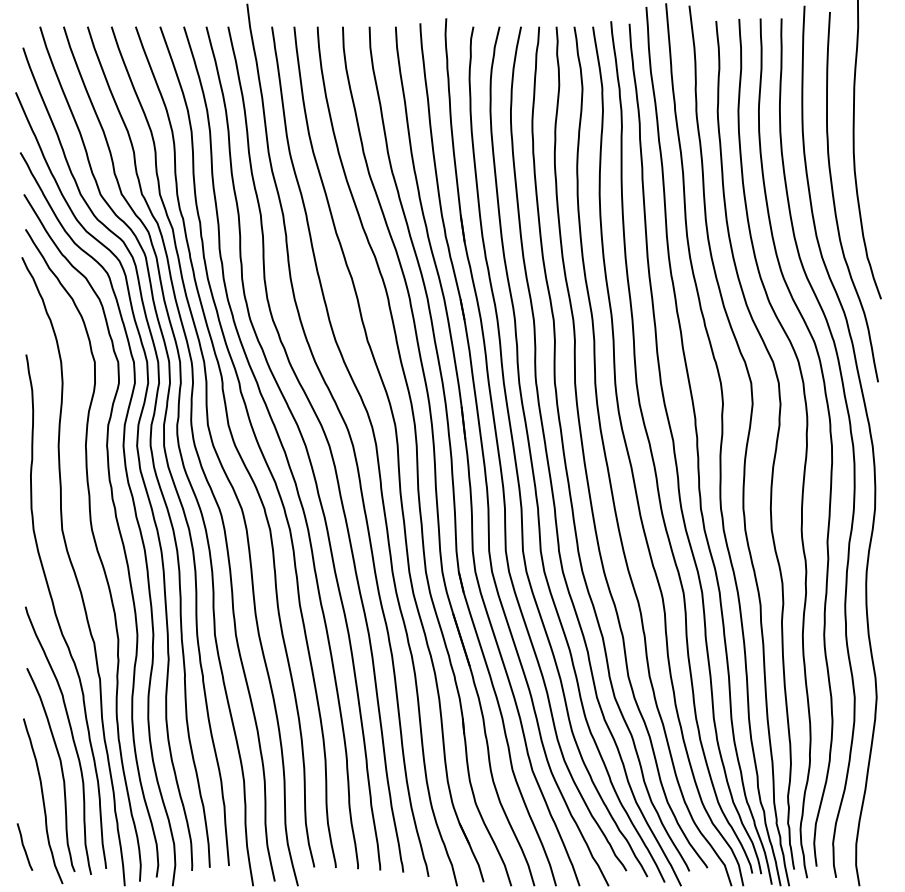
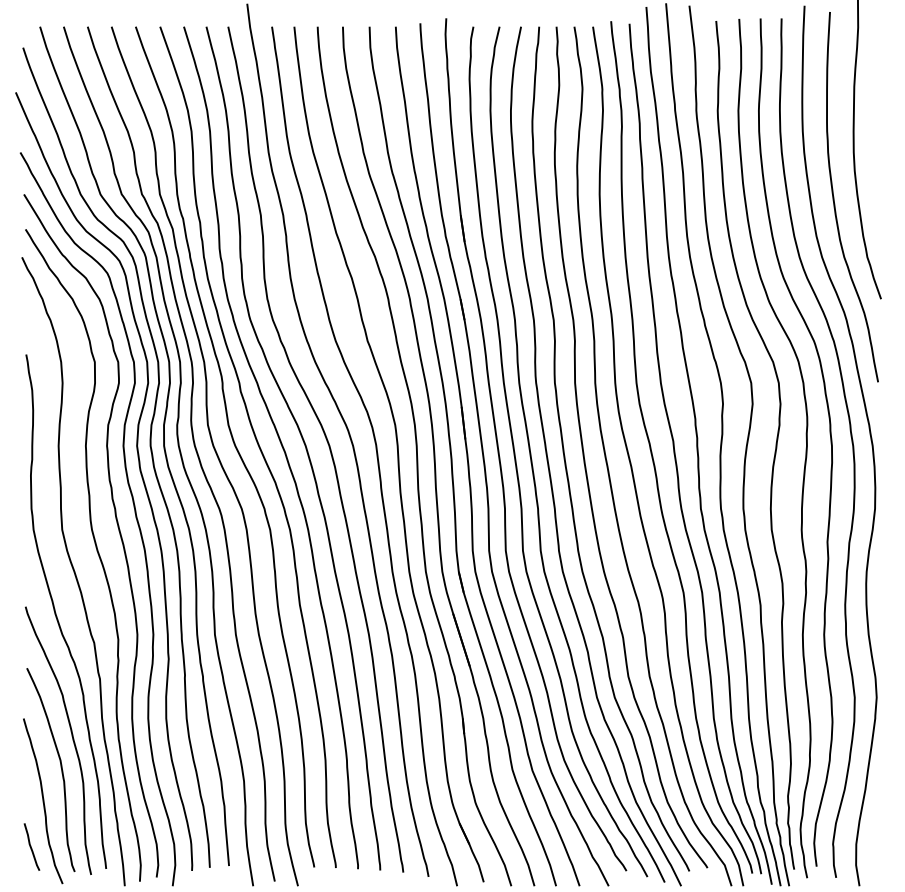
curve at (24, 846) position: (24, 846) -> (31, 846)
